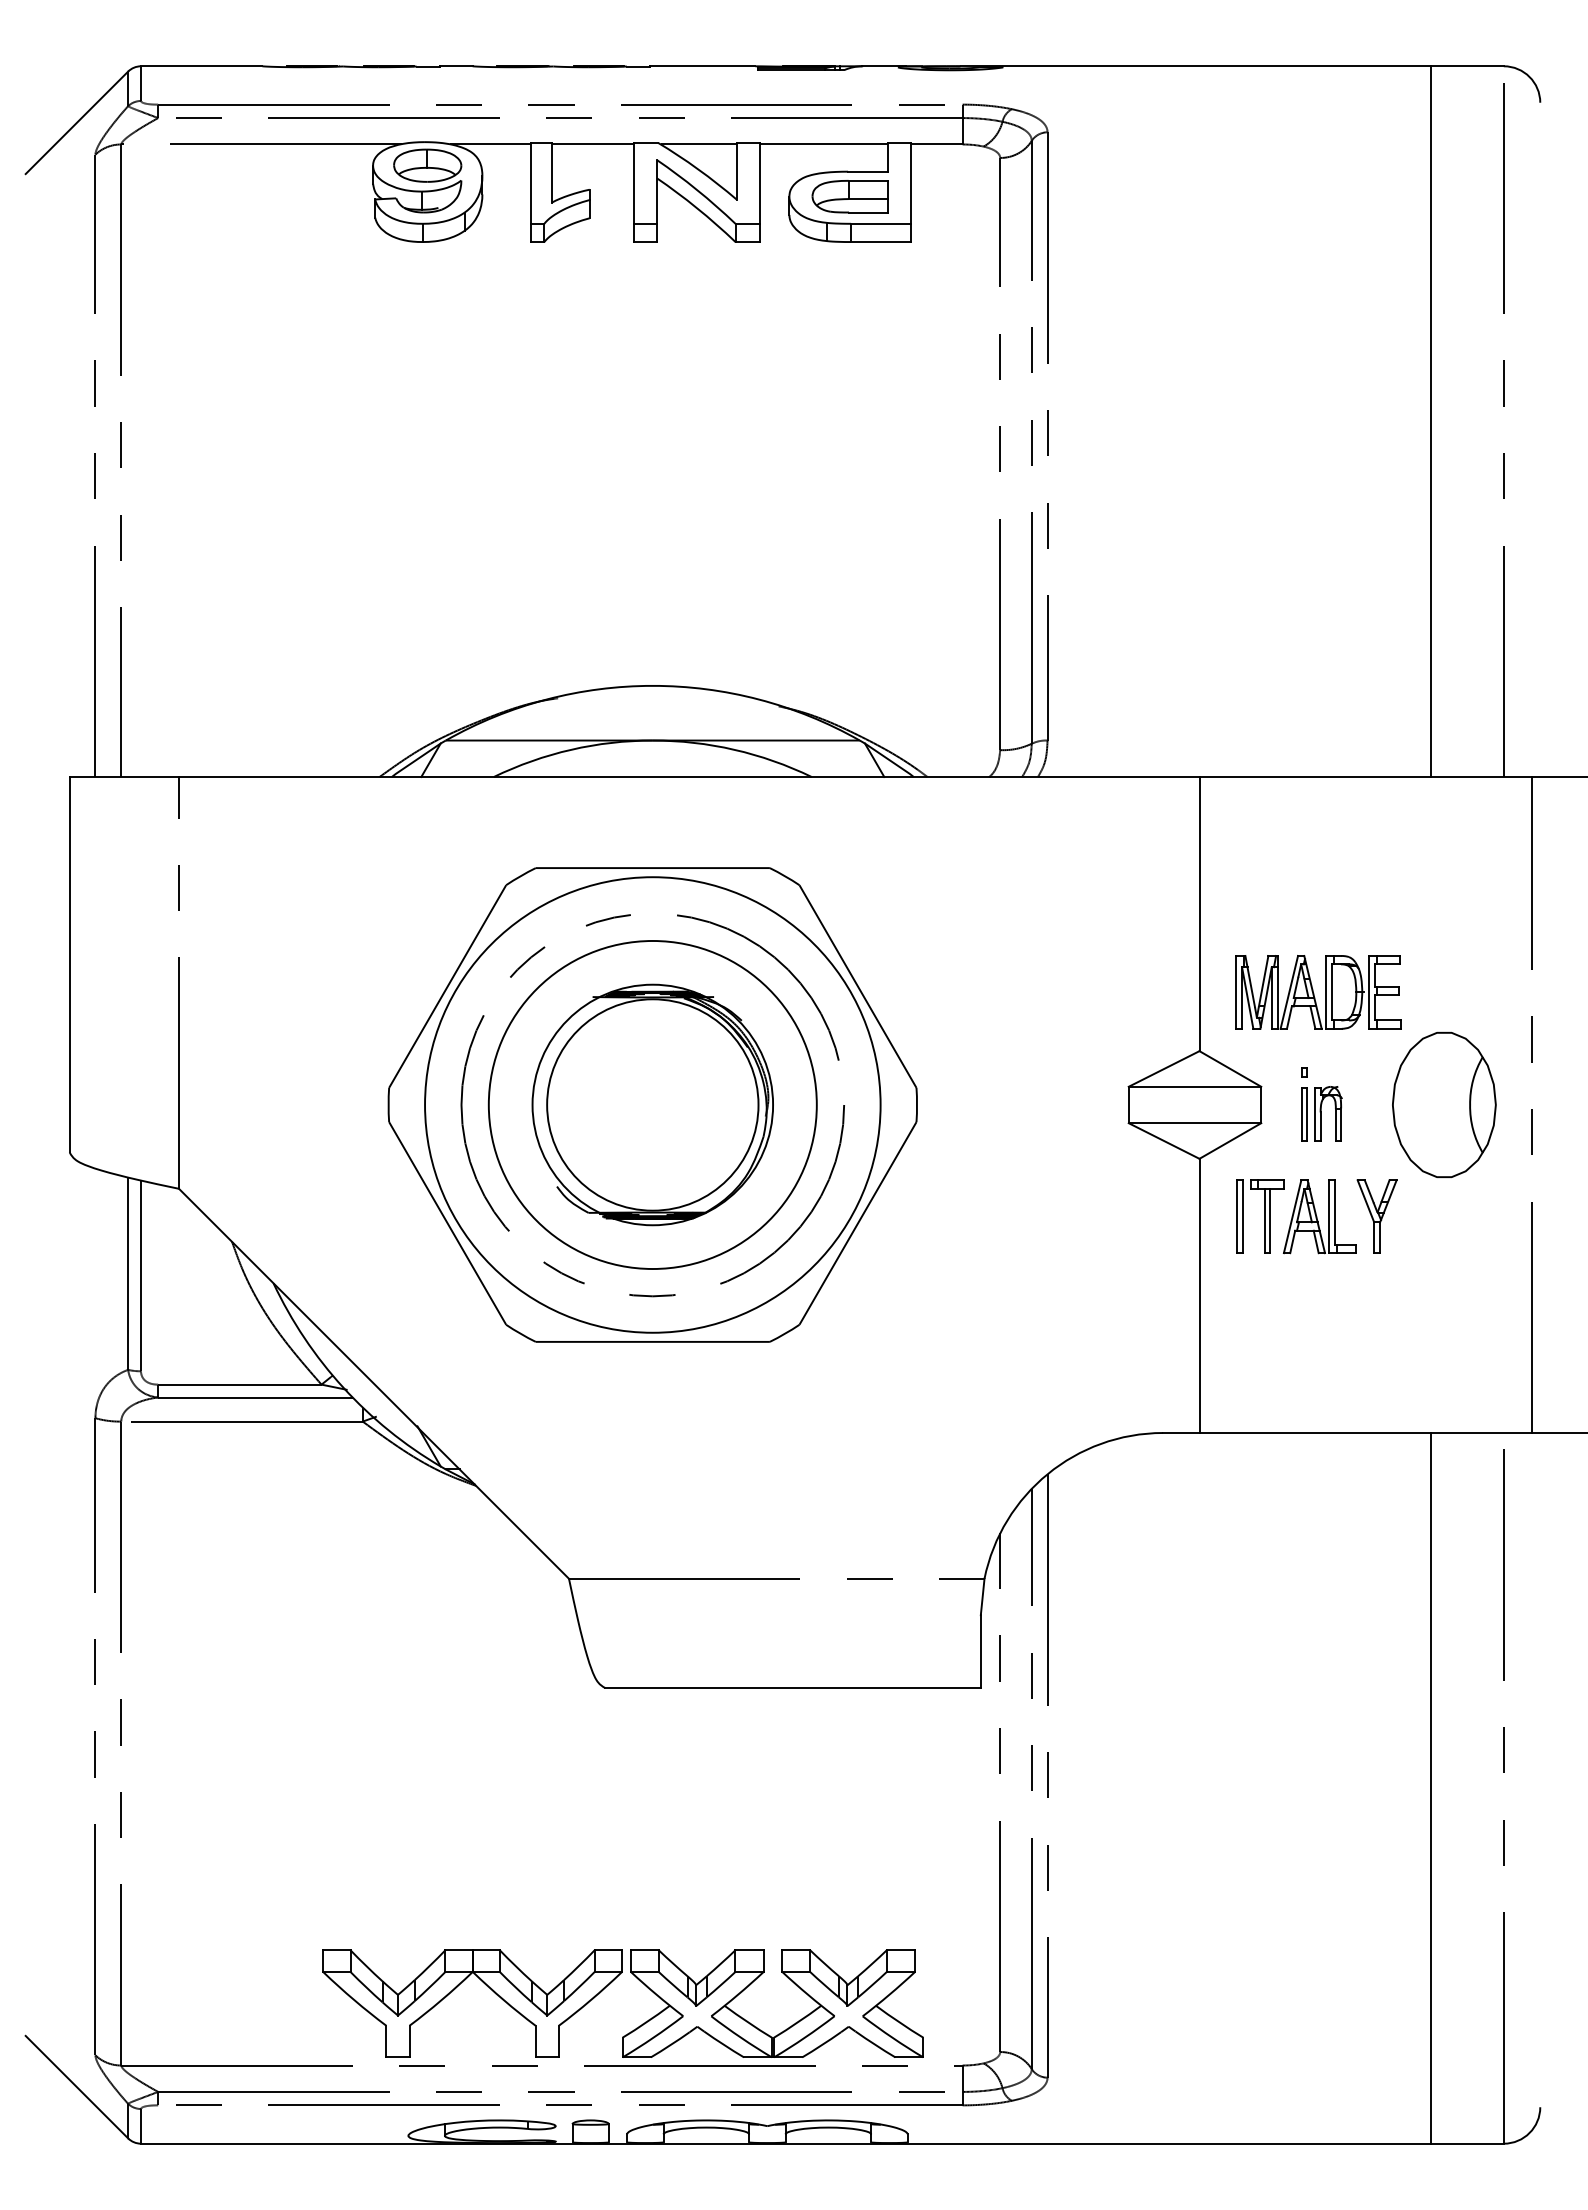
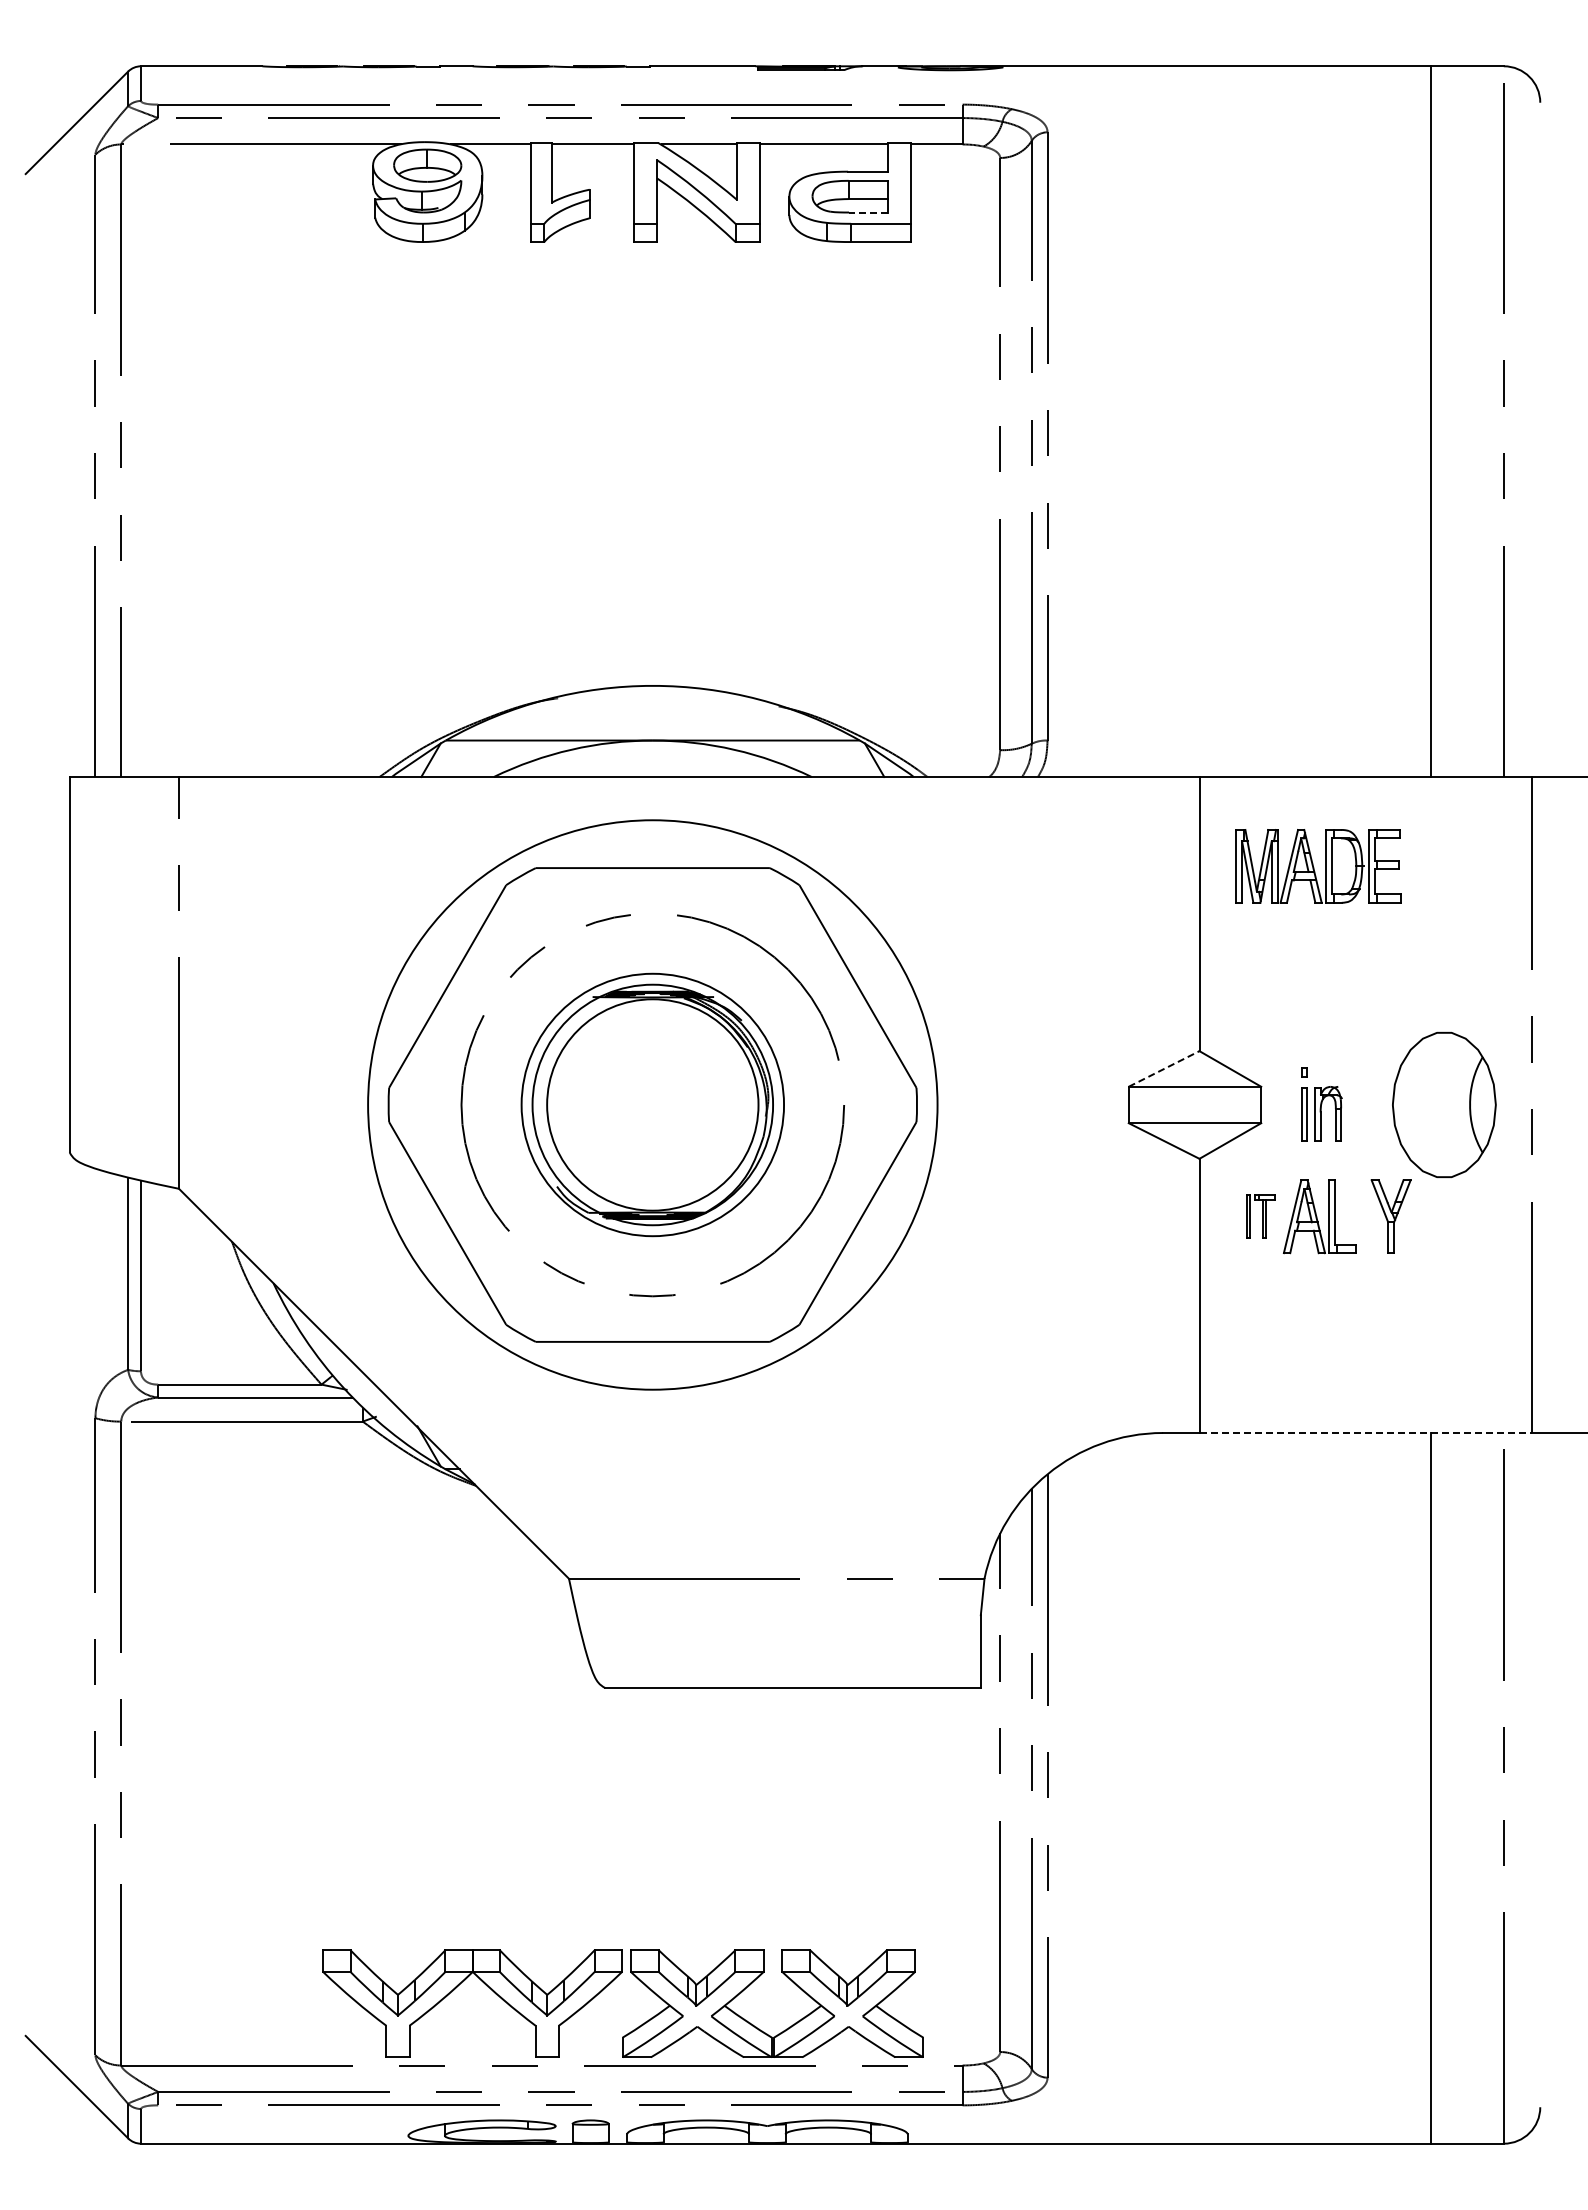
line at (868, 212): solid -> dashed
part at (1318, 992) position: (1318, 992) -> (1318, 866)
line at (1164, 1068): solid -> dashed
circle at (652, 1104) diameter: 328 px -> 262 px
circle at (652, 1104) diameter: 456 px -> 569 px
part at (1260, 1216) size: 49x75 px -> 30x45 px
part at (1376, 1216) position: (1376, 1216) -> (1390, 1216)
line at (1366, 1433): solid -> dashed
